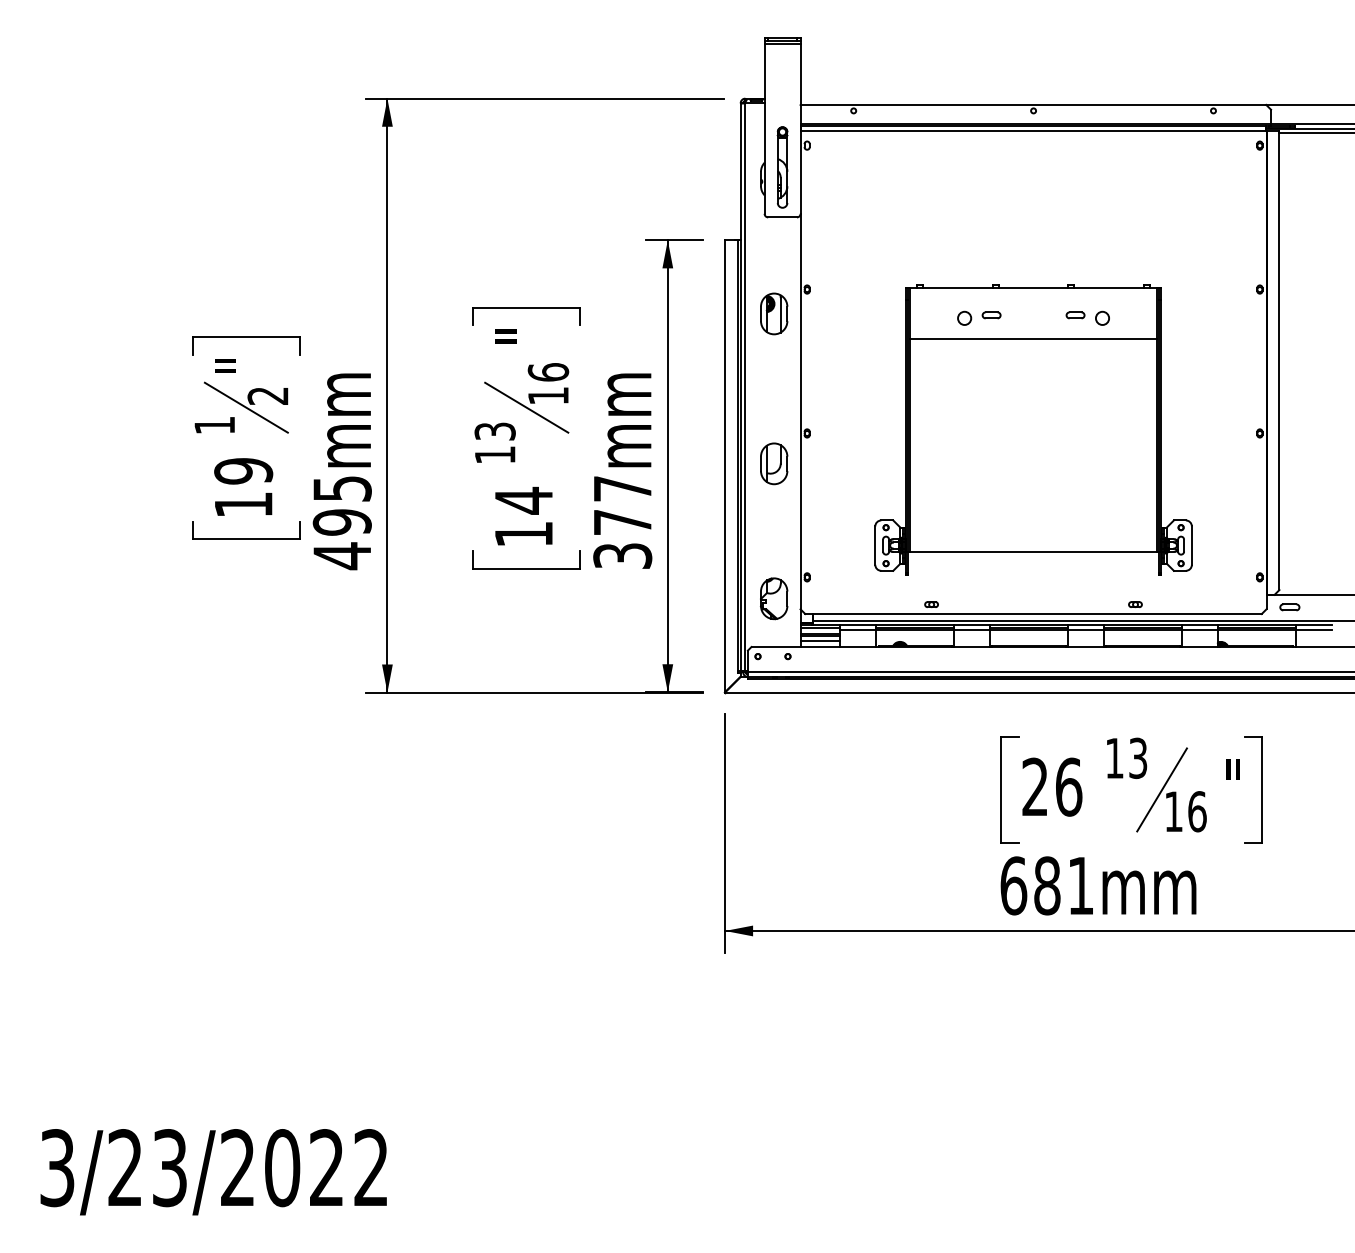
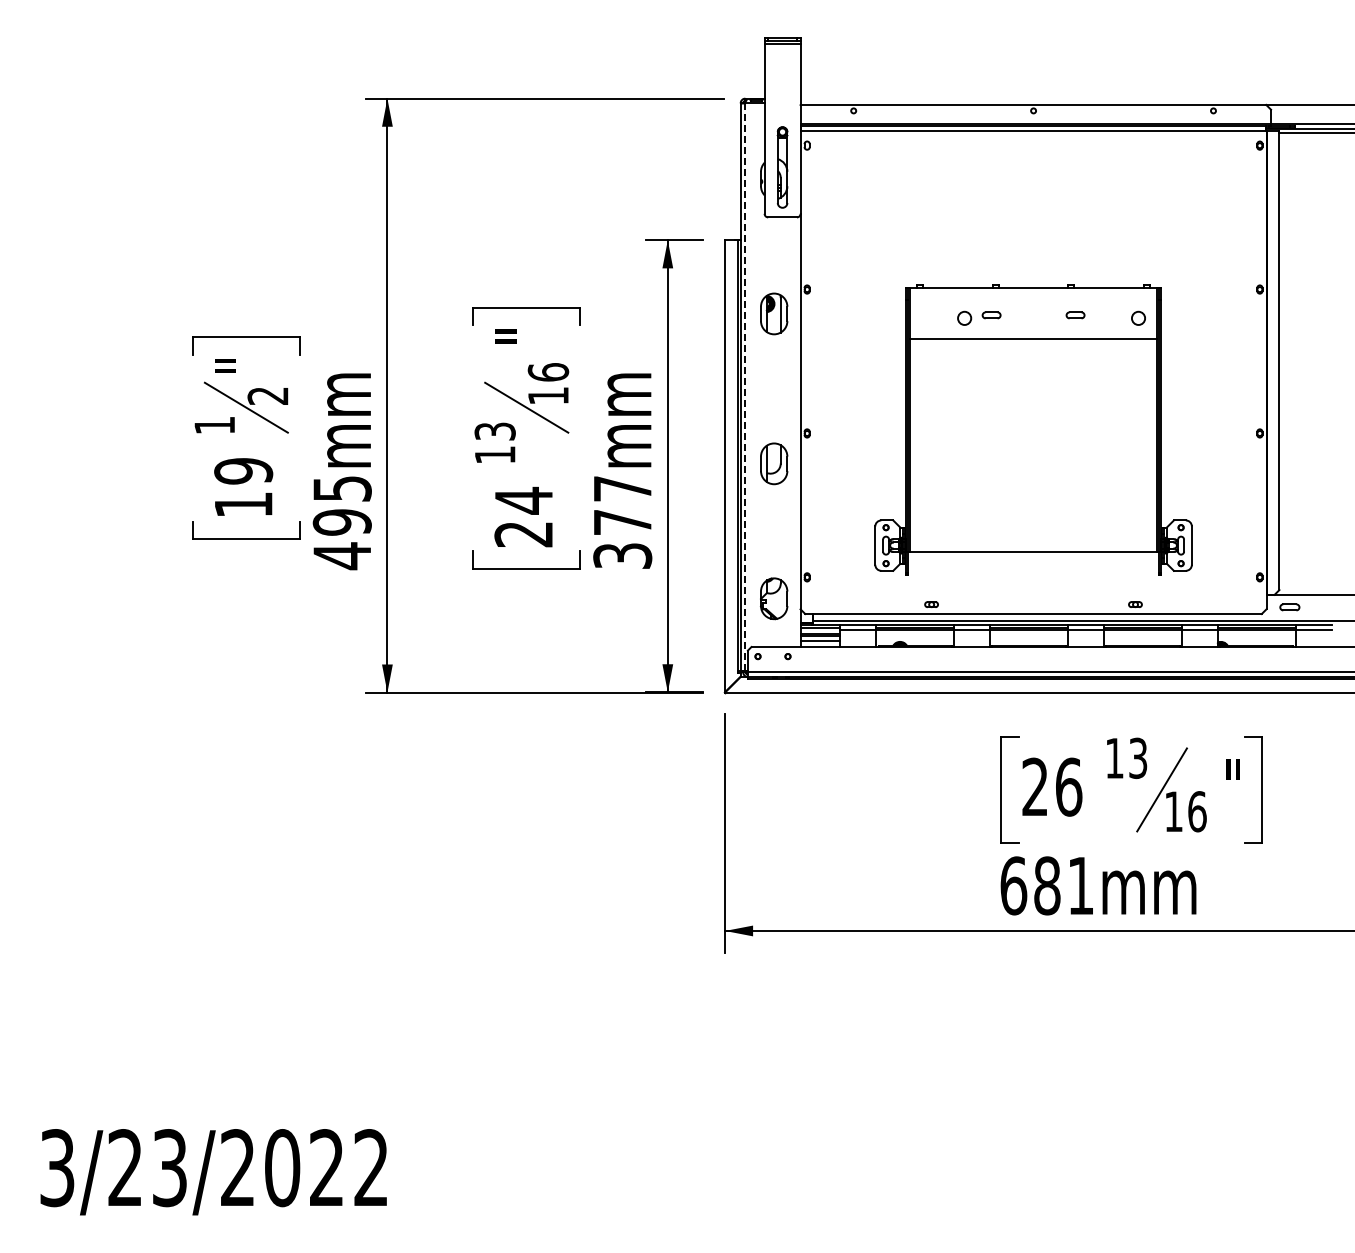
circle at (1102, 317) position: (1102, 317) -> (1138, 317)
line at (745, 387): solid -> dashed
text at (523, 534): 14 -> 24
